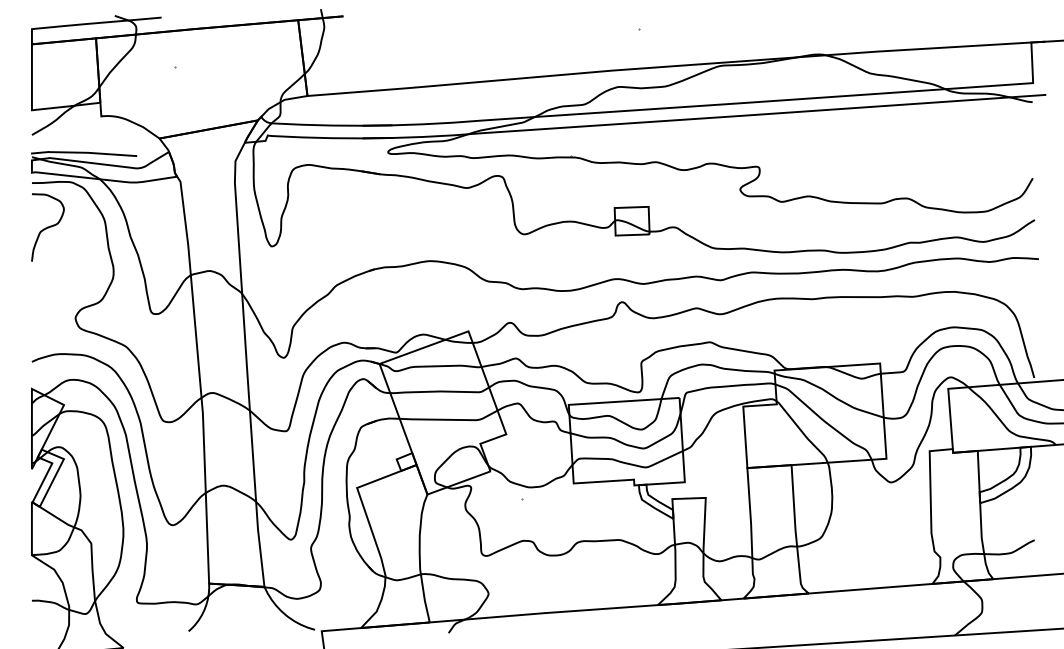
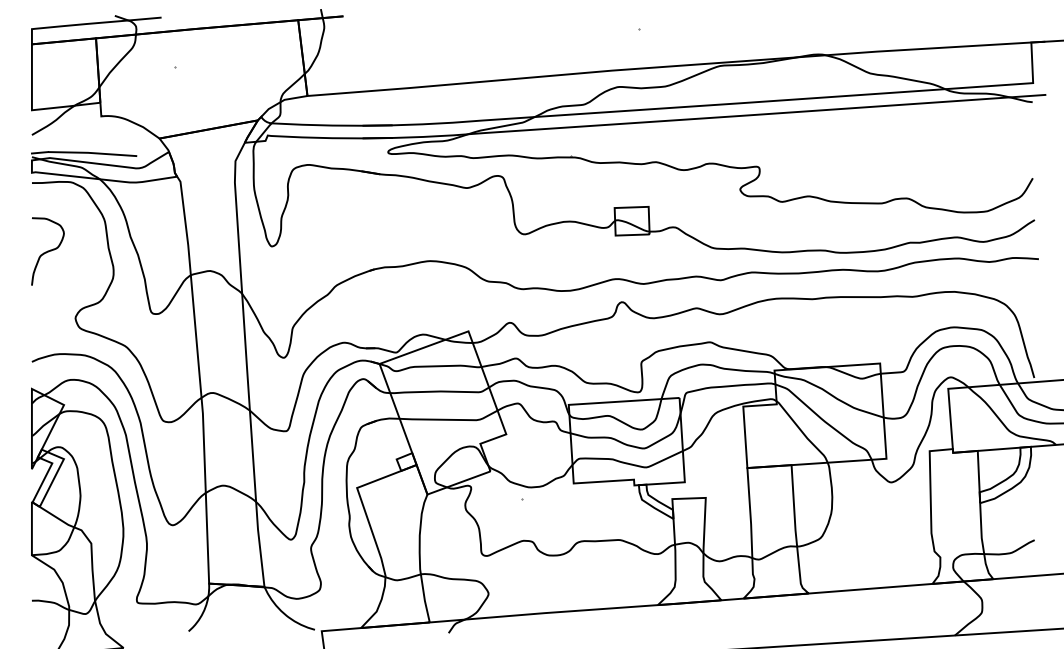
curve at (47, 227) position: (47, 227) -> (47, 251)
